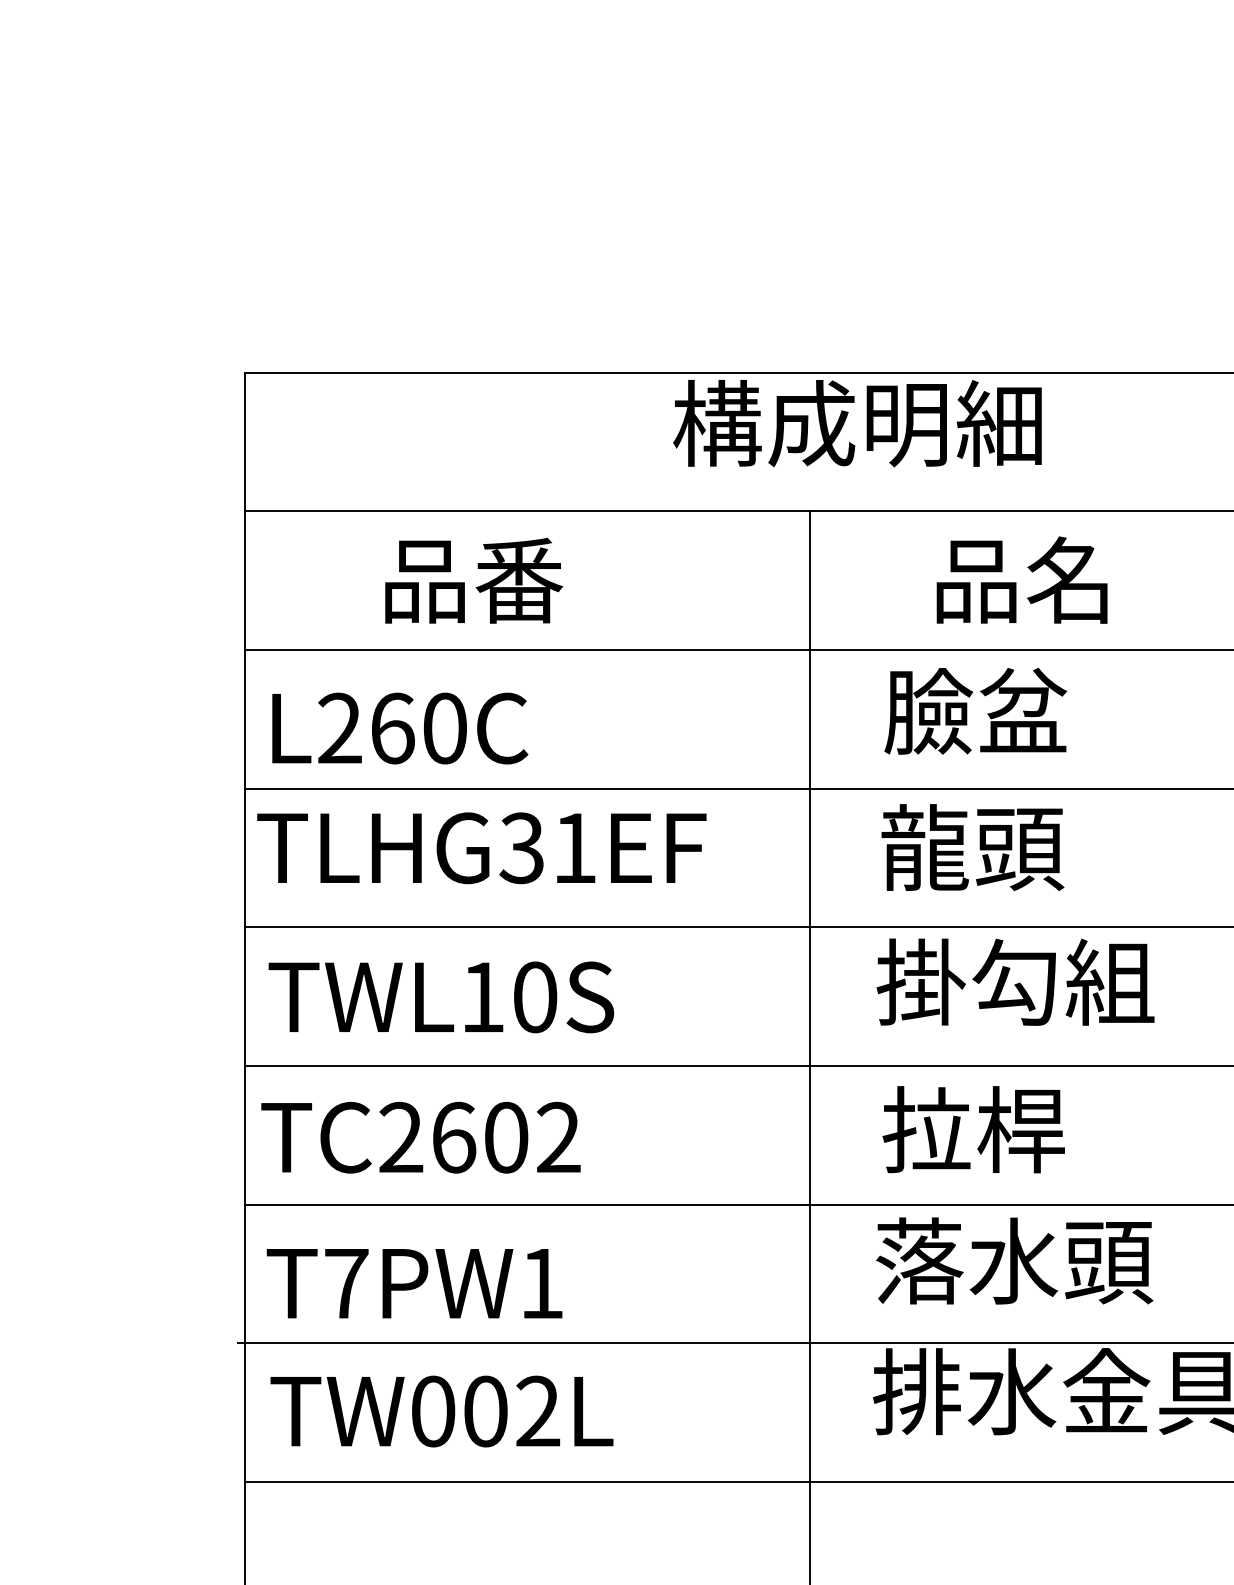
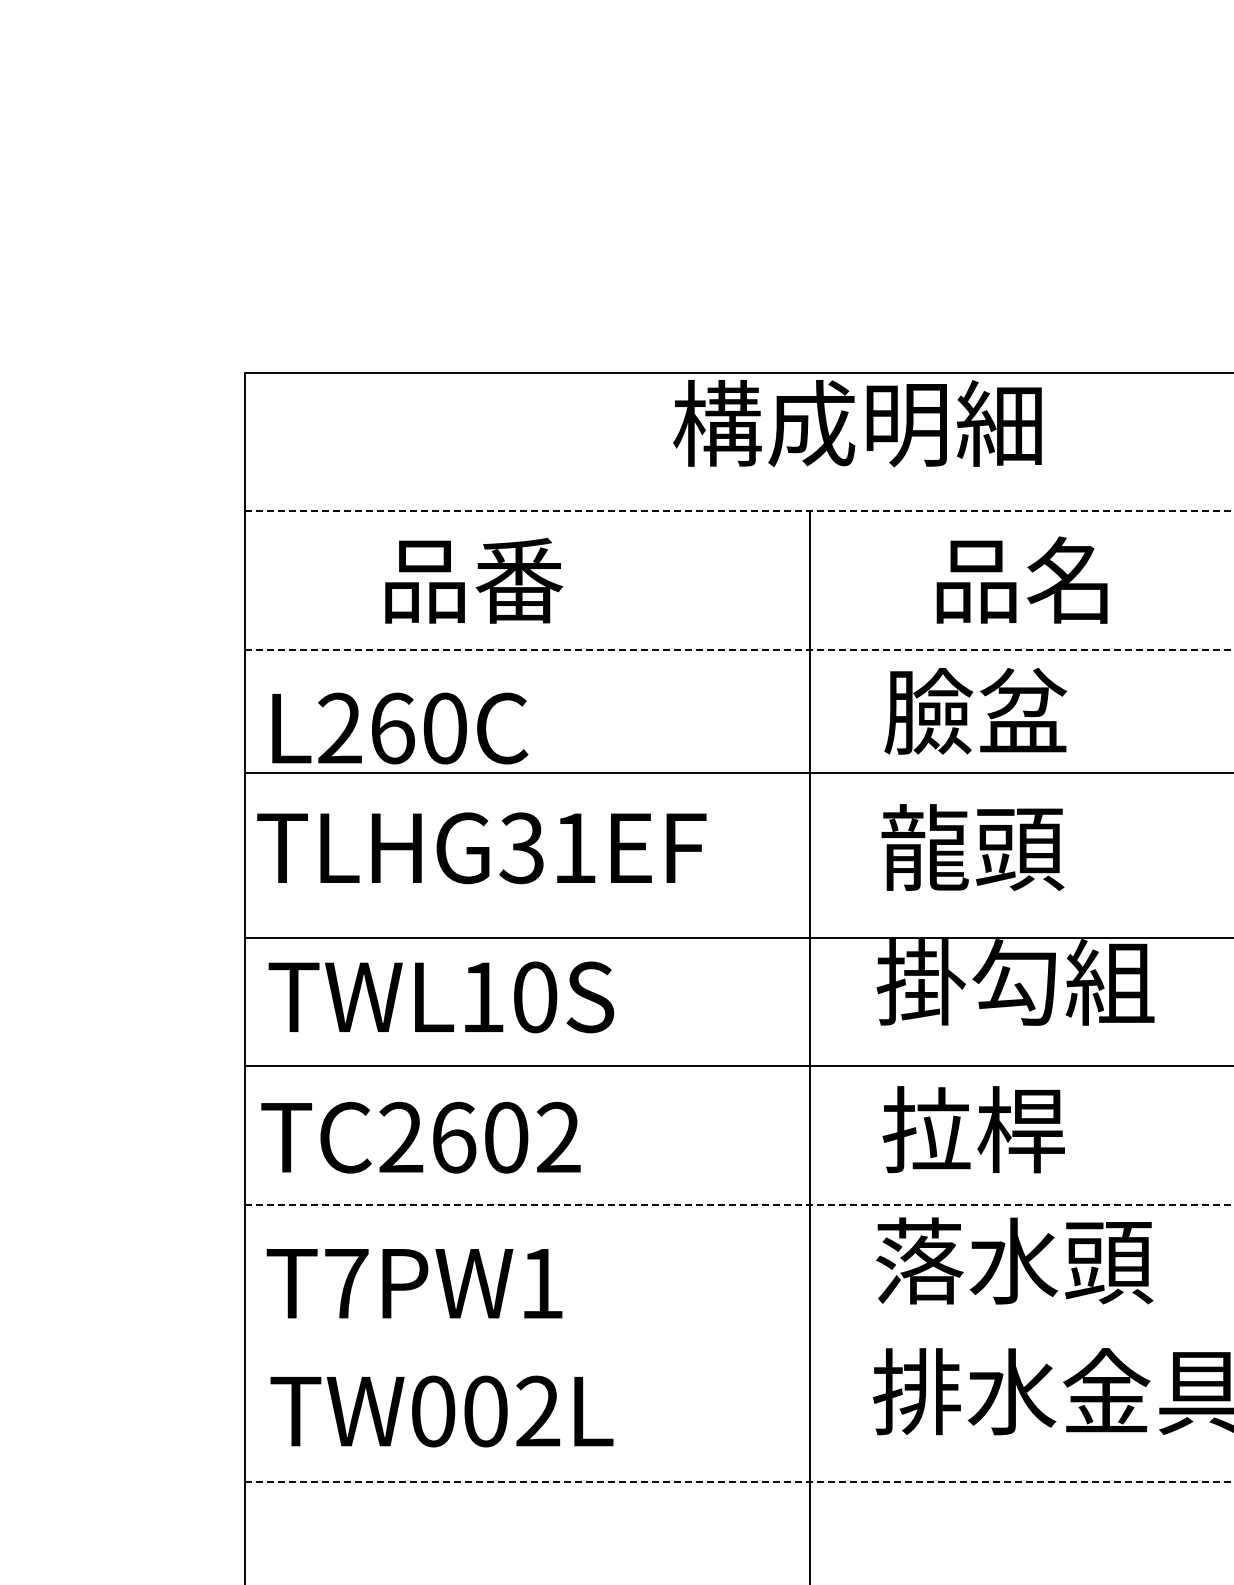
line at (739, 511): solid -> dashed
line at (739, 649): solid -> dashed
line at (737, 788) position: (737, 788) -> (737, 772)
line at (737, 927) position: (737, 927) -> (737, 938)
line at (739, 1204): solid -> dashed
line at (733, 1343): present -> none
line at (739, 1482): solid -> dashed
